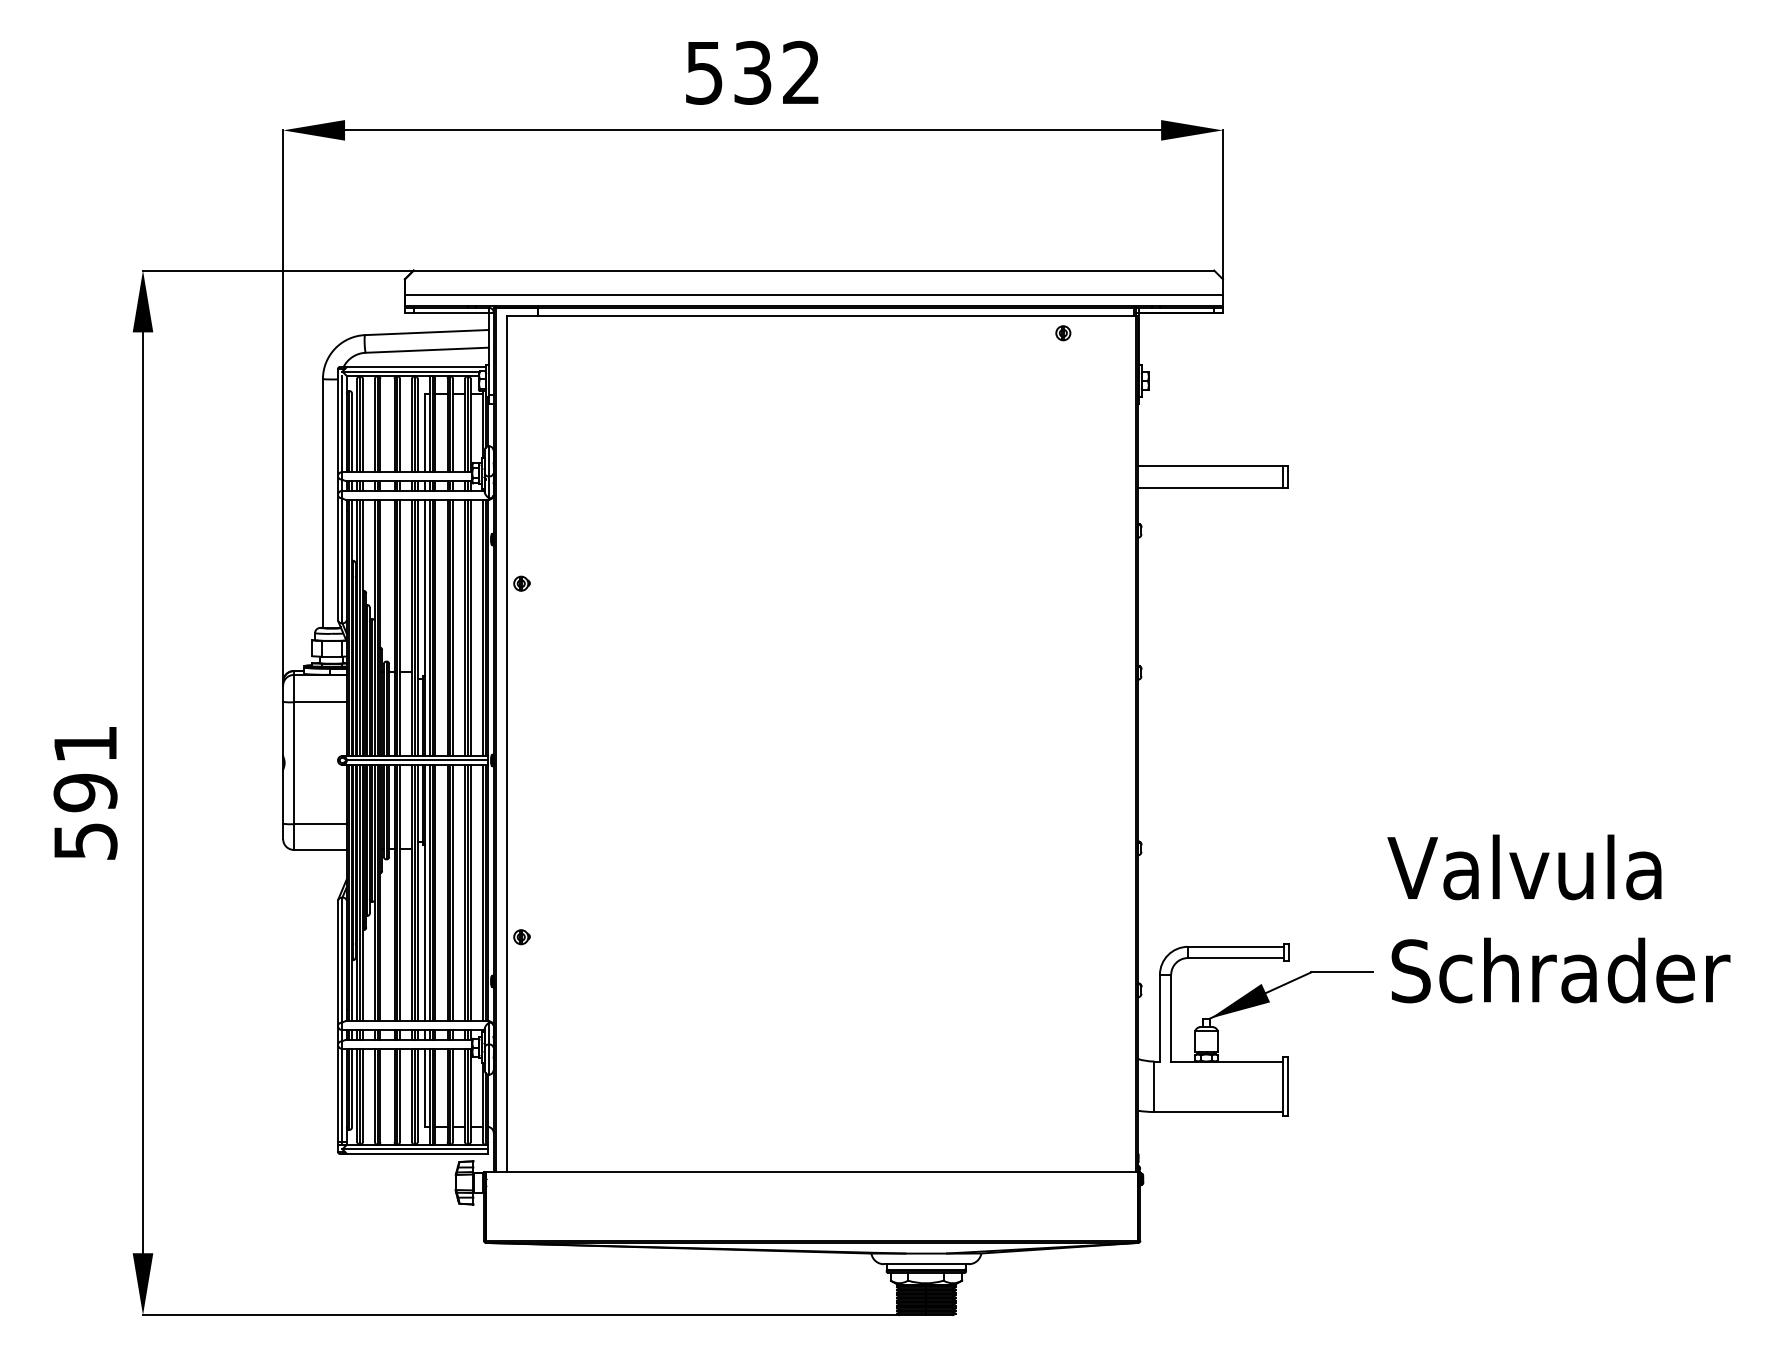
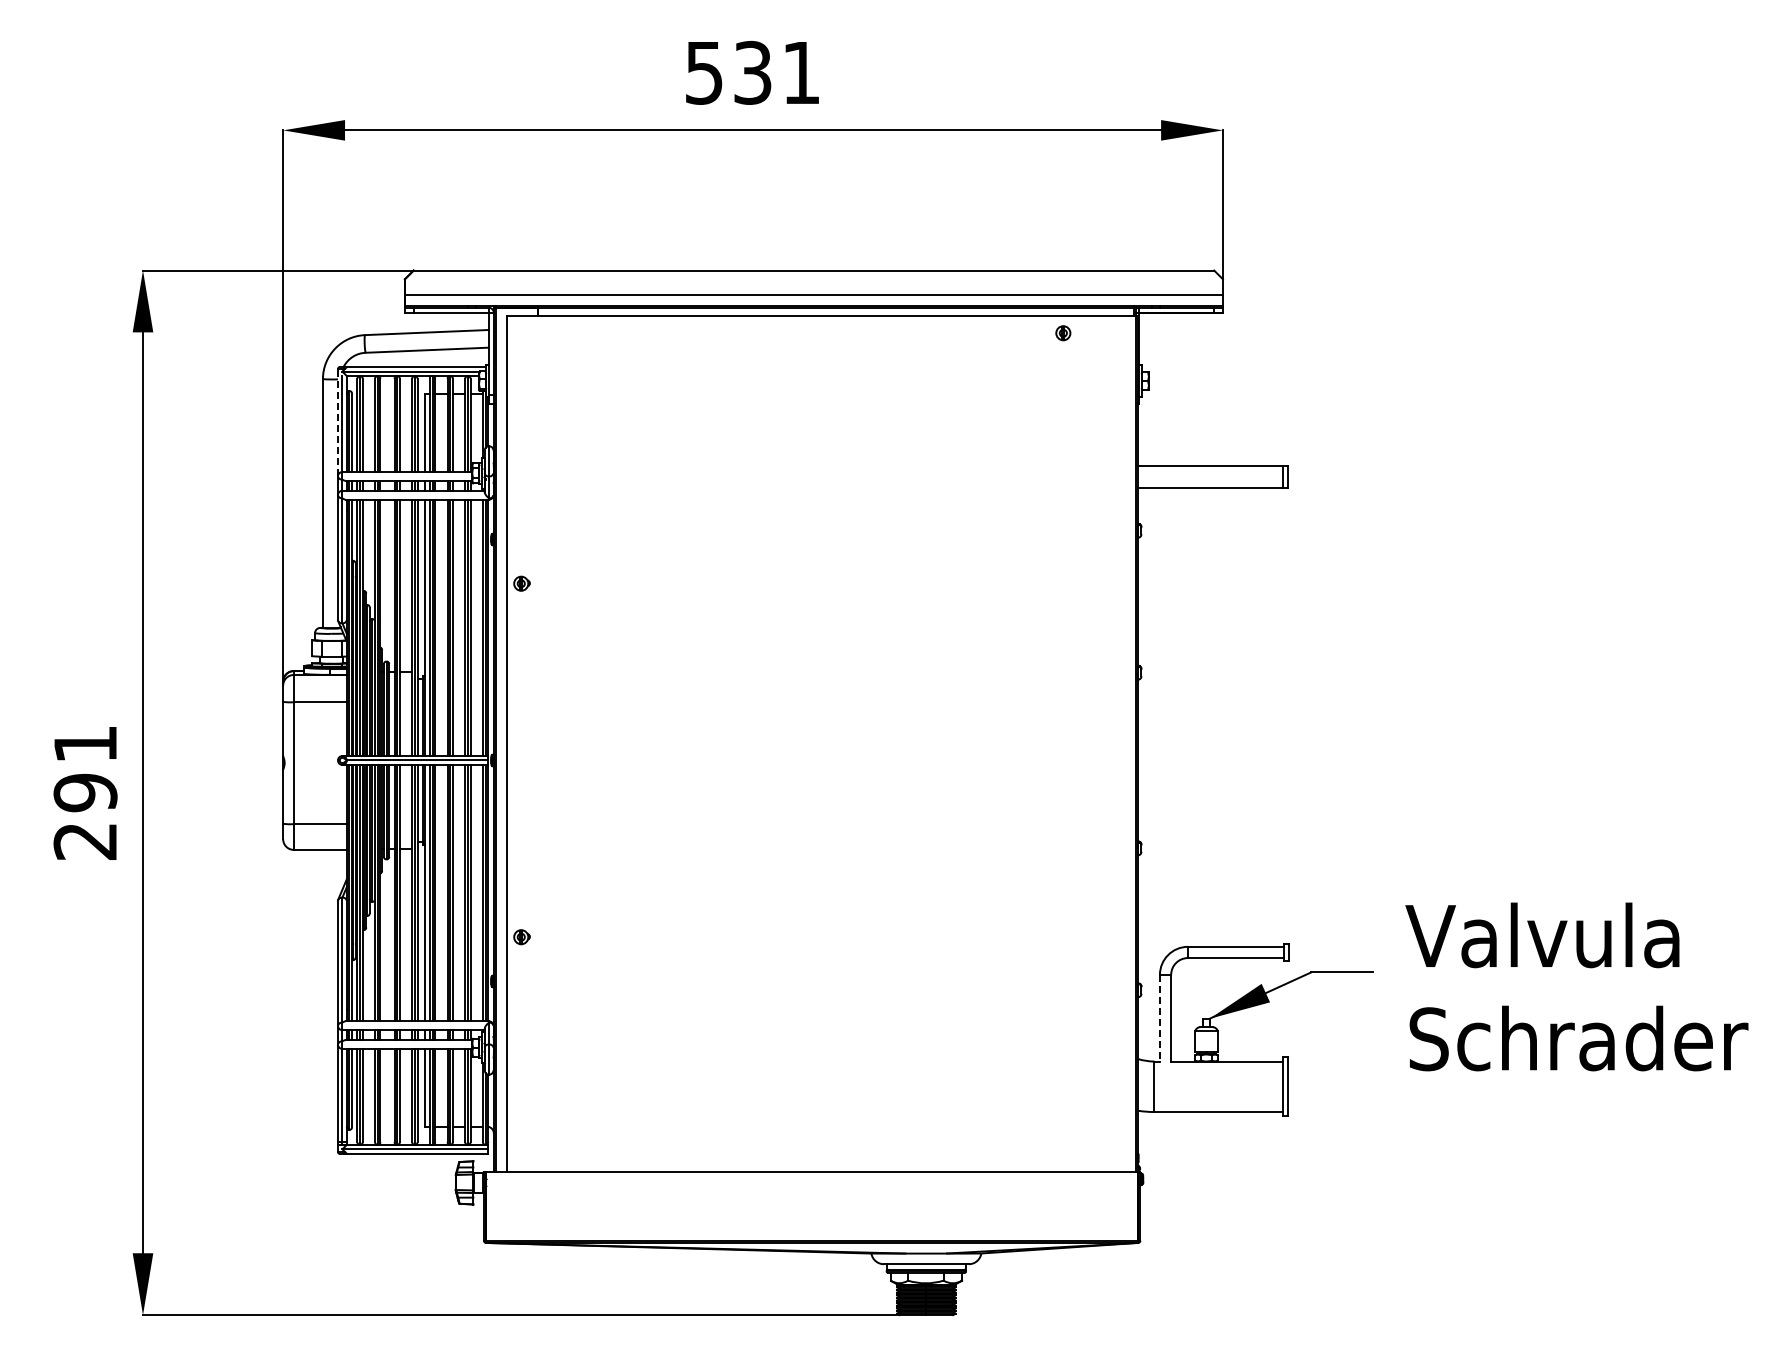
text at (800, 71): 532 -> 531
line at (337, 425): solid -> dashed
text at (85, 841): 591 -> 291
text at (1558, 918) position: (1558, 918) -> (1576, 986)
line at (1159, 1018): solid -> dashed
